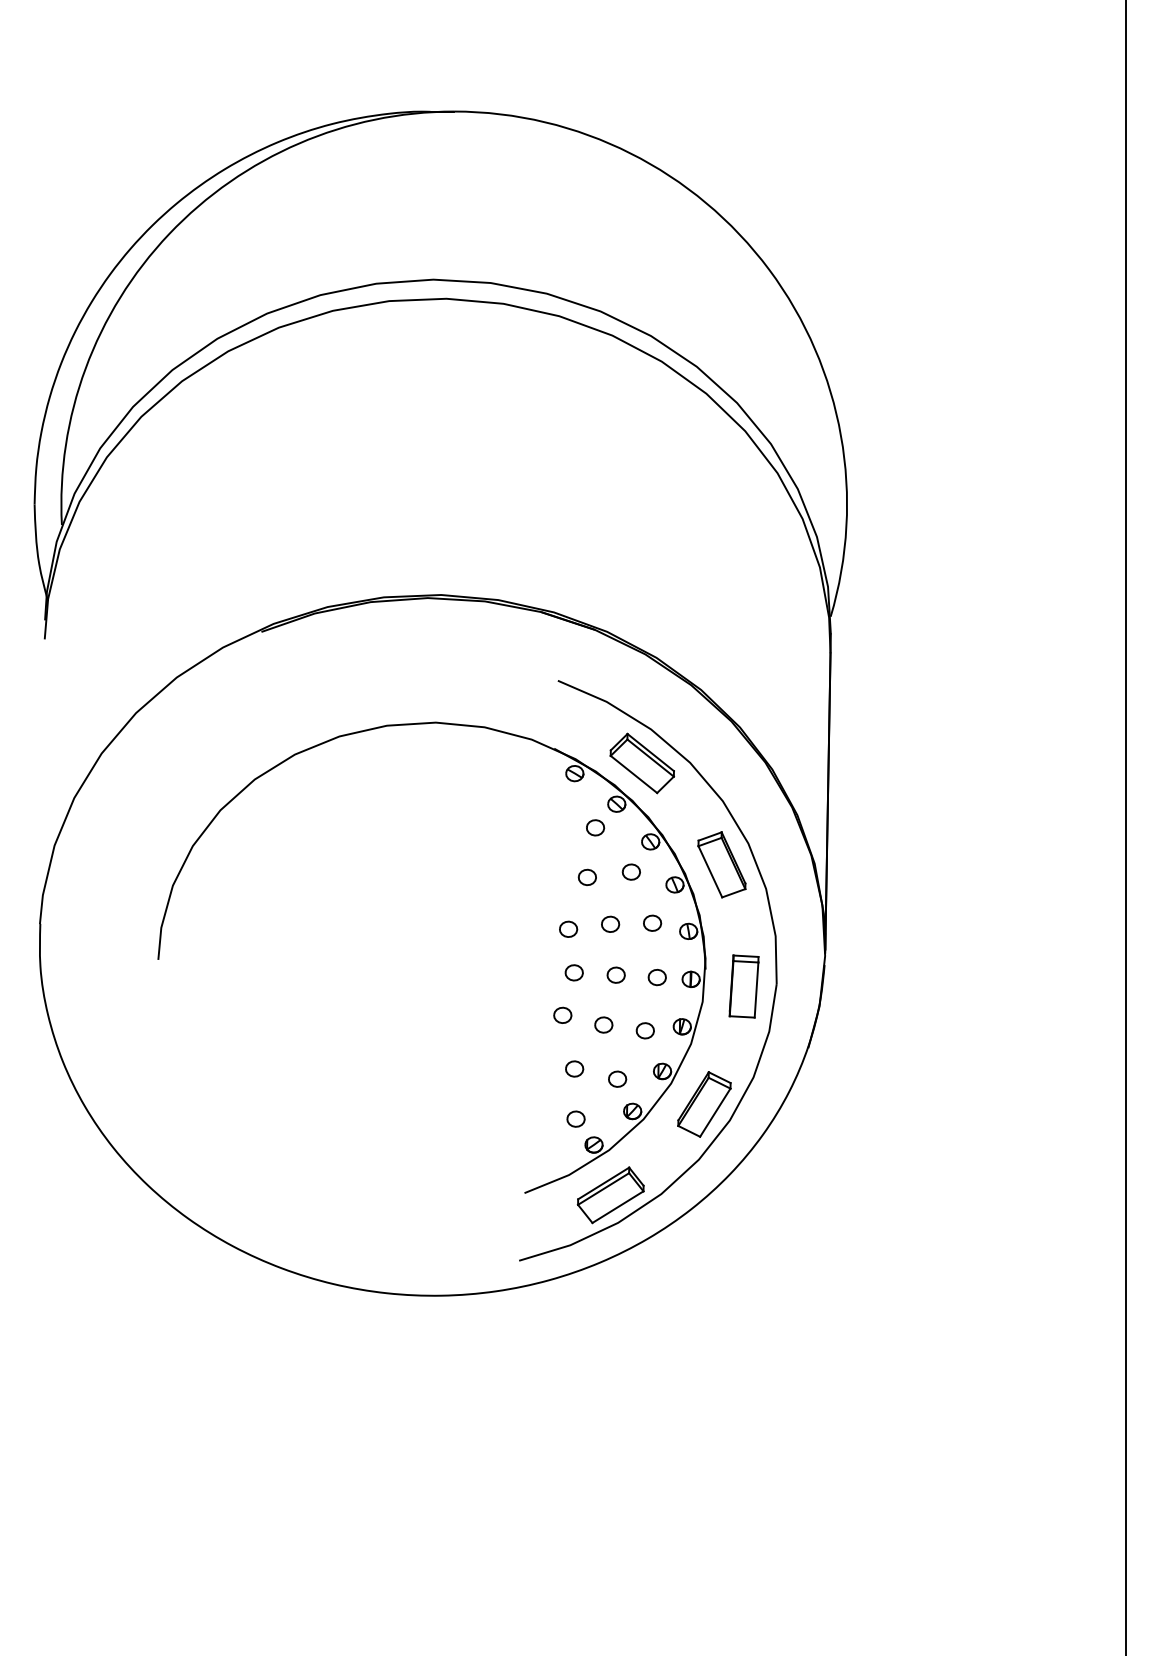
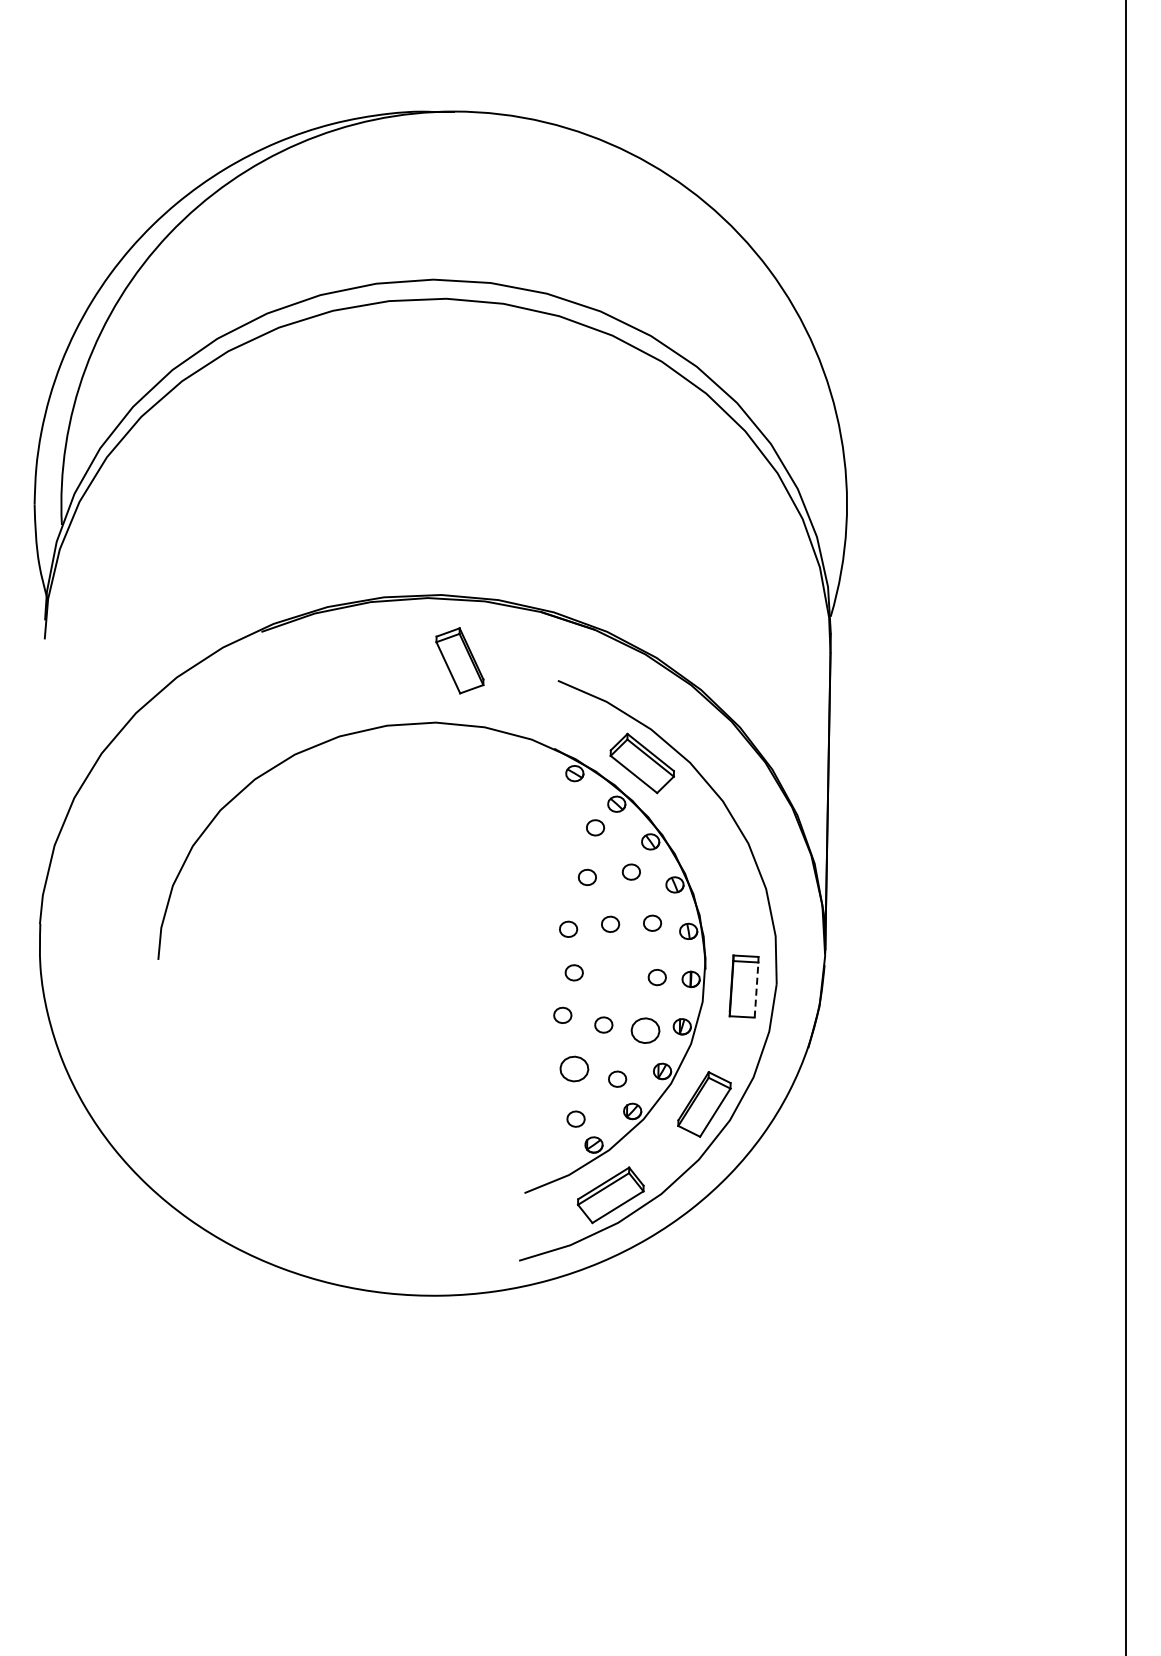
part at (721, 864) position: (721, 864) -> (459, 660)
part at (615, 974): present -> none
line at (756, 990): solid -> dashed
part at (644, 1030) size: 20x18 px -> 31x27 px
part at (574, 1068) size: 20x18 px -> 31x28 px
